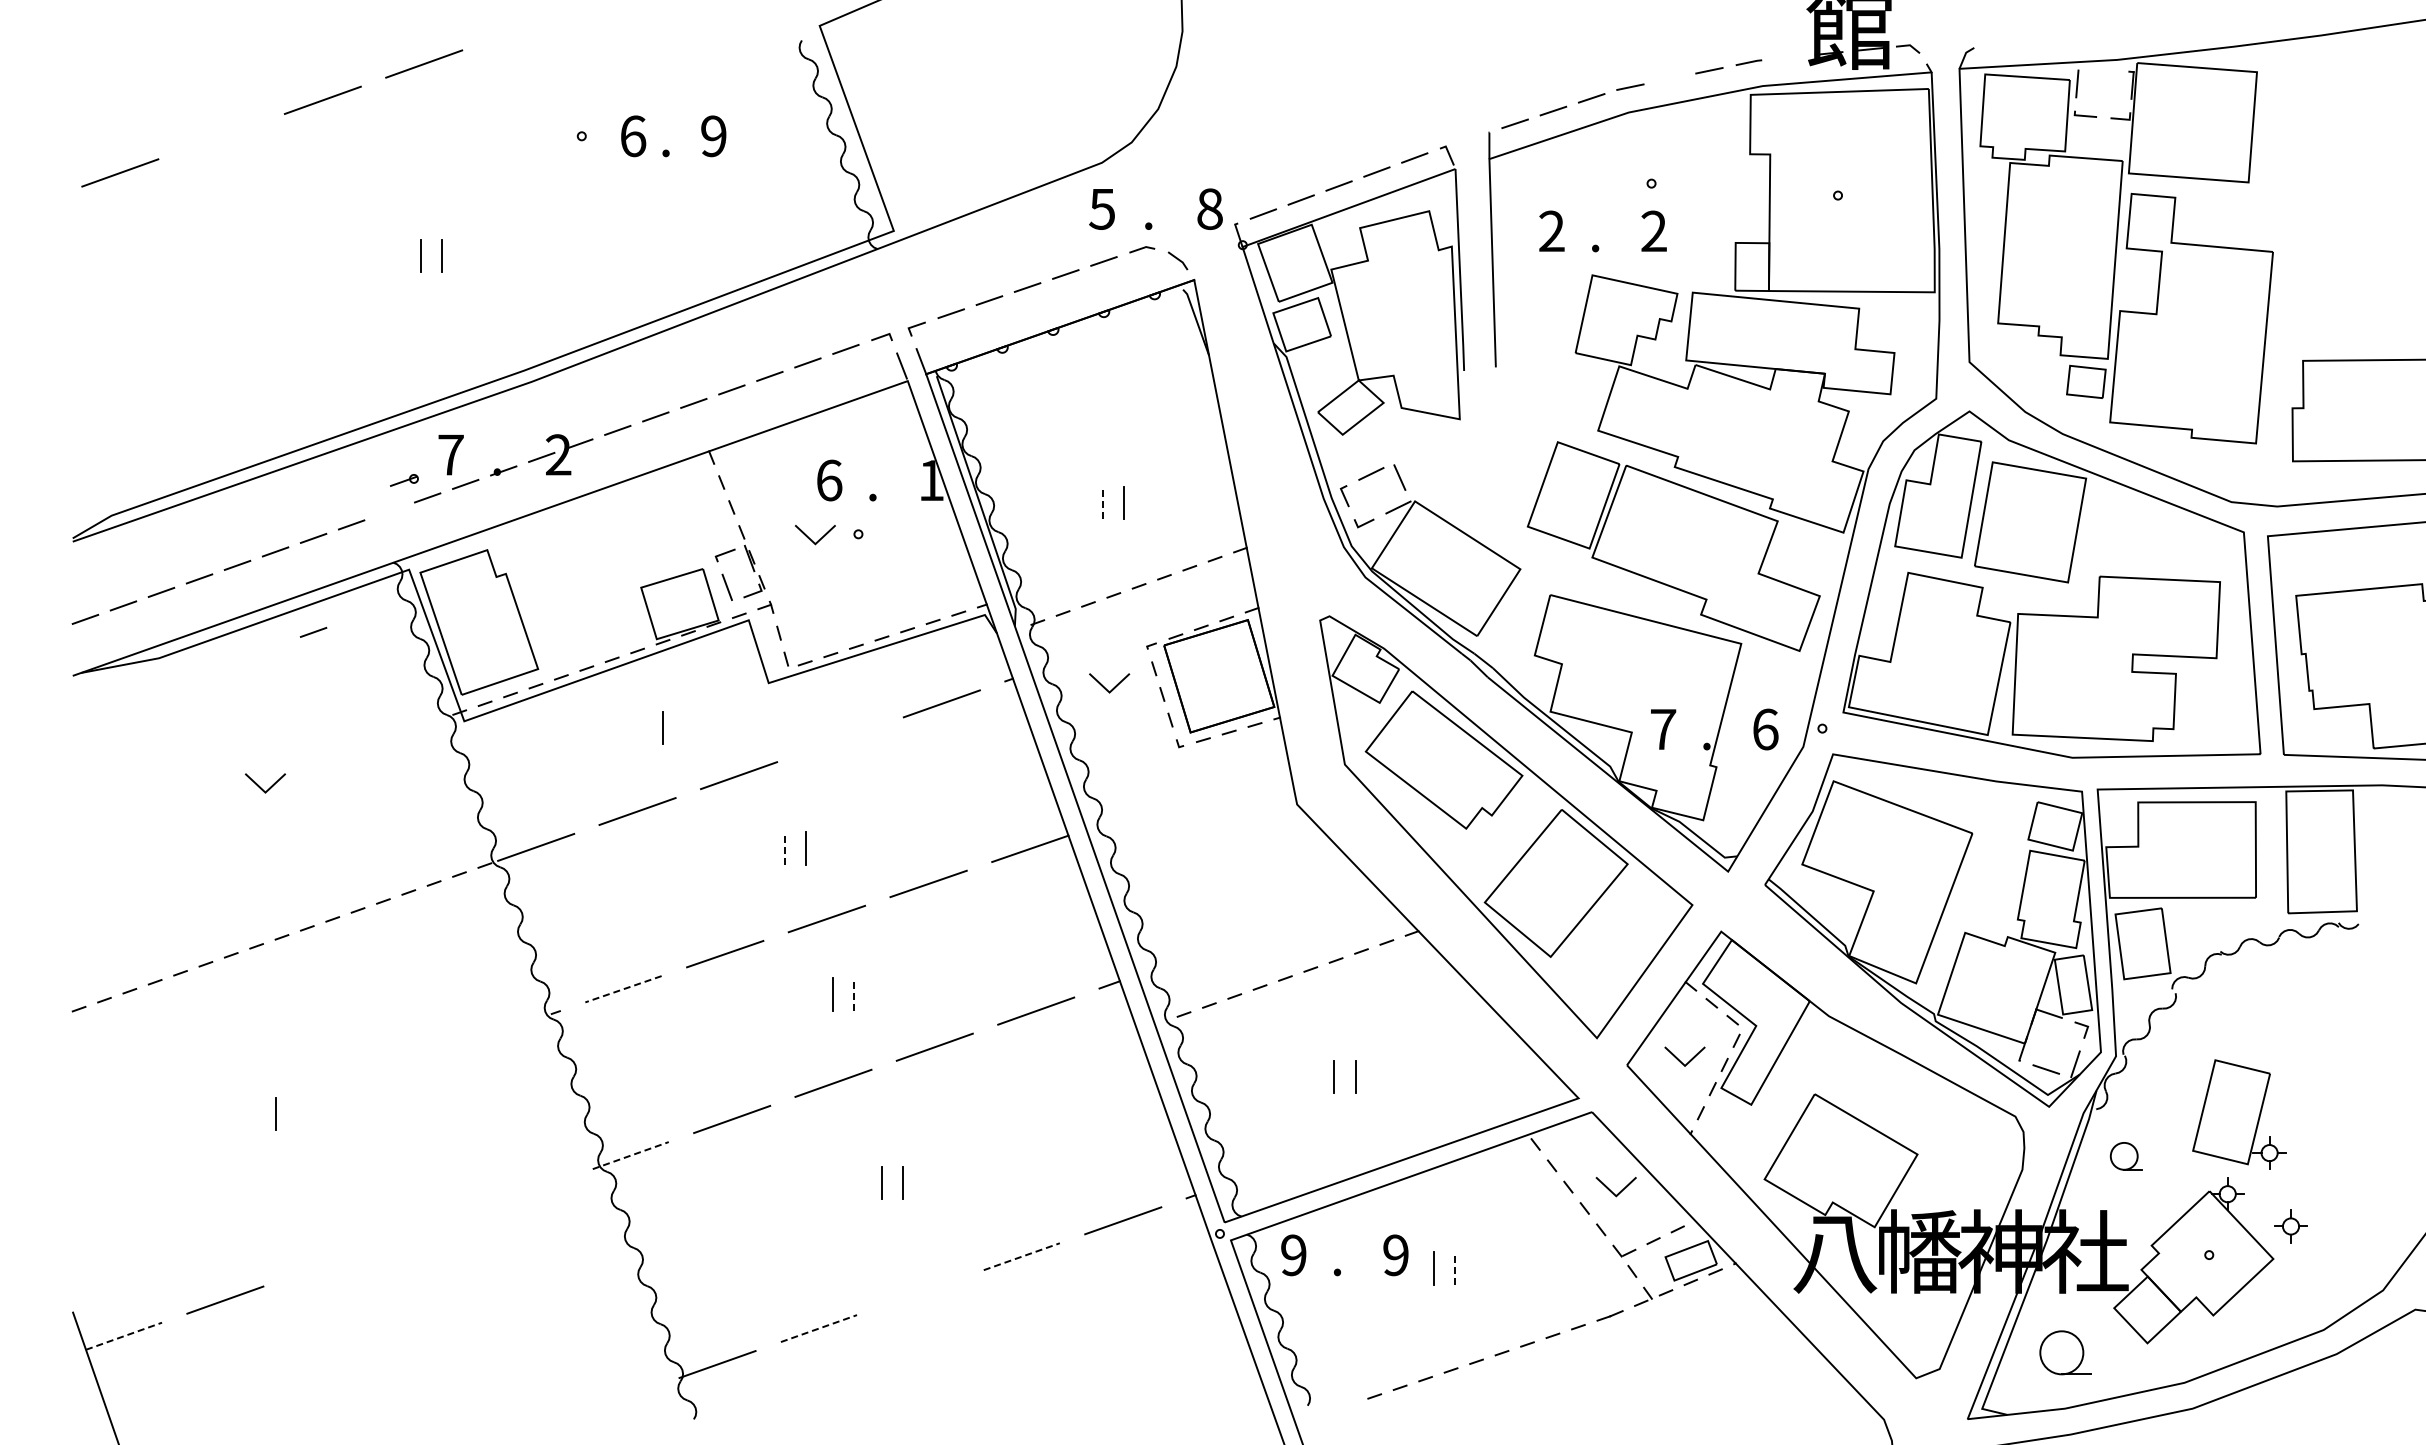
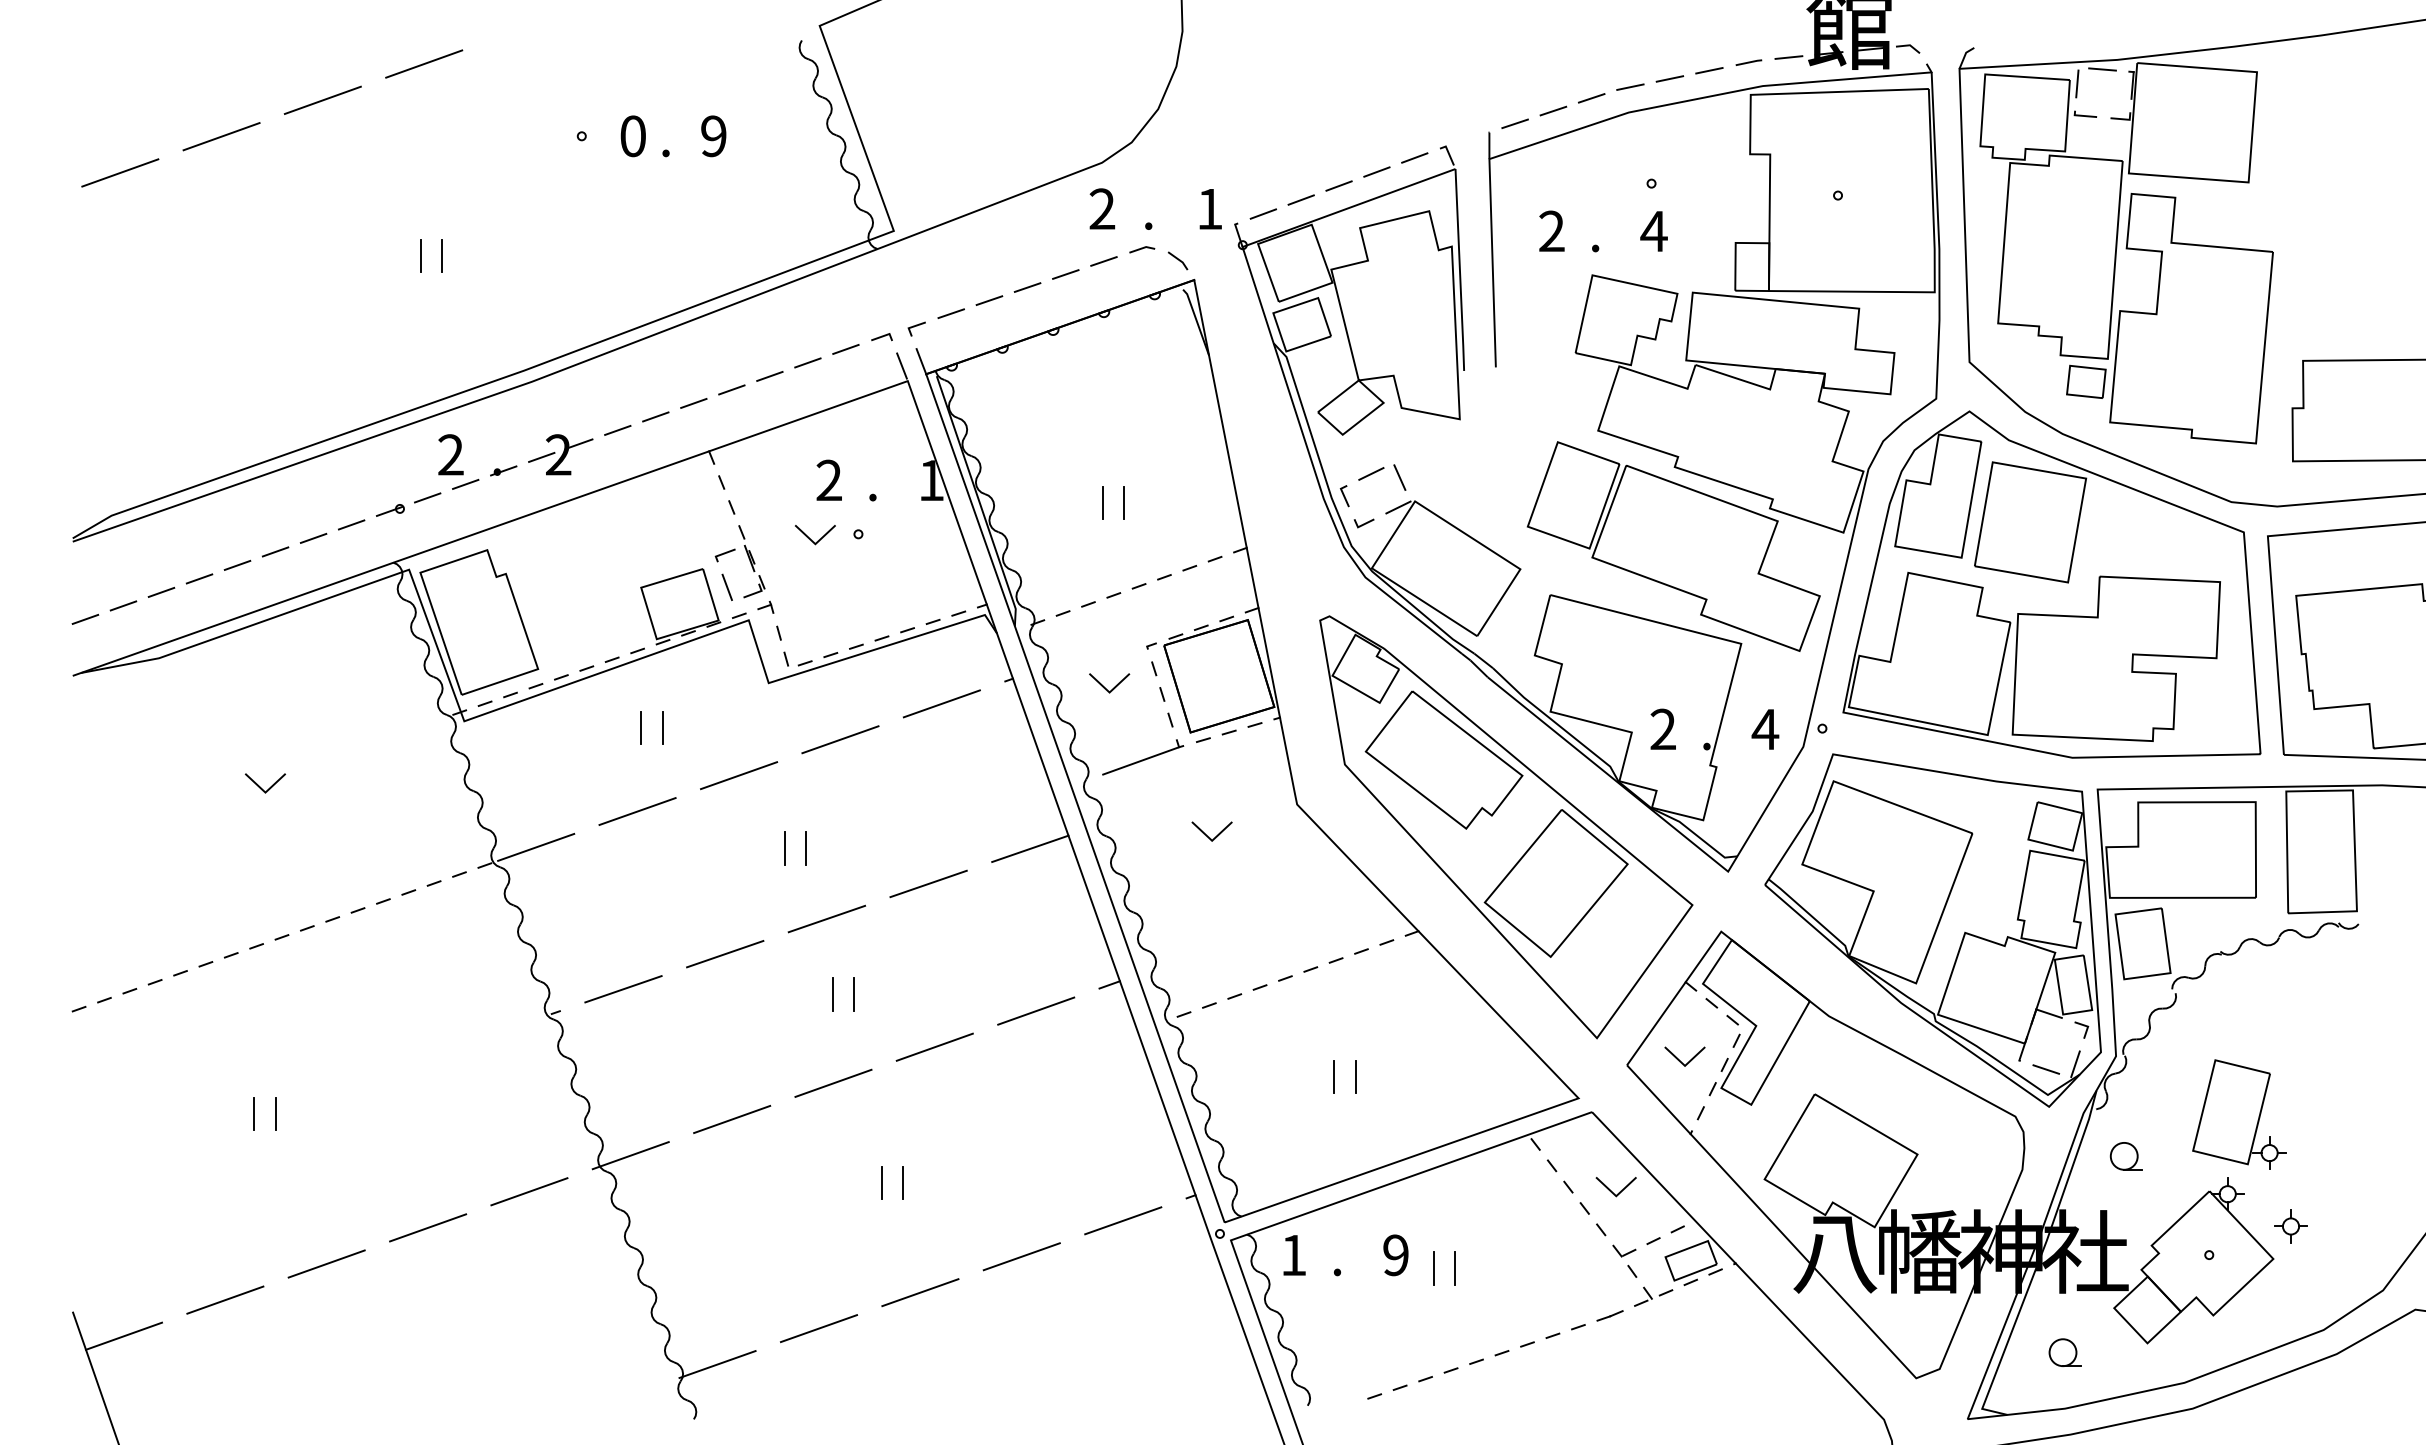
line at (1788, 57): none -> present
line at (2102, 69): none -> present
line at (1669, 78): none -> present
line at (221, 136): none -> present
text at (633, 136): 6 -> 0
text at (1102, 208): 5 -> 2
text at (1209, 208): 8 -> 1
text at (1653, 230): 2 -> 4
text at (450, 454): 7 -> 2
part at (404, 480) position: (404, 480) -> (390, 510)
text at (829, 480): 6 -> 2
line at (1102, 502): dashed -> solid
line at (313, 631): present -> none
line at (641, 727): none -> present
text at (1663, 728): 7 -> 2
text at (1765, 729): 6 -> 4
line at (840, 739): none -> present
line at (1141, 760): none -> present
line at (1207, 835): none -> present
line at (784, 848): dashed -> solid
line at (623, 989): dashed -> solid
line at (854, 994): dashed -> solid
line at (254, 1113): none -> present
line at (631, 1155): dashed -> solid
line at (529, 1191): none -> present
line at (428, 1227): none -> present
text at (1293, 1255): 9 -> 1
line at (1022, 1256): dashed -> solid
line at (326, 1263): none -> present
line at (1455, 1267): dashed -> solid
line at (920, 1292): none -> present
line at (819, 1328): dashed -> solid
line at (124, 1336): dashed -> solid
part at (2065, 1352) size: 53x46 px -> 34x29 px
